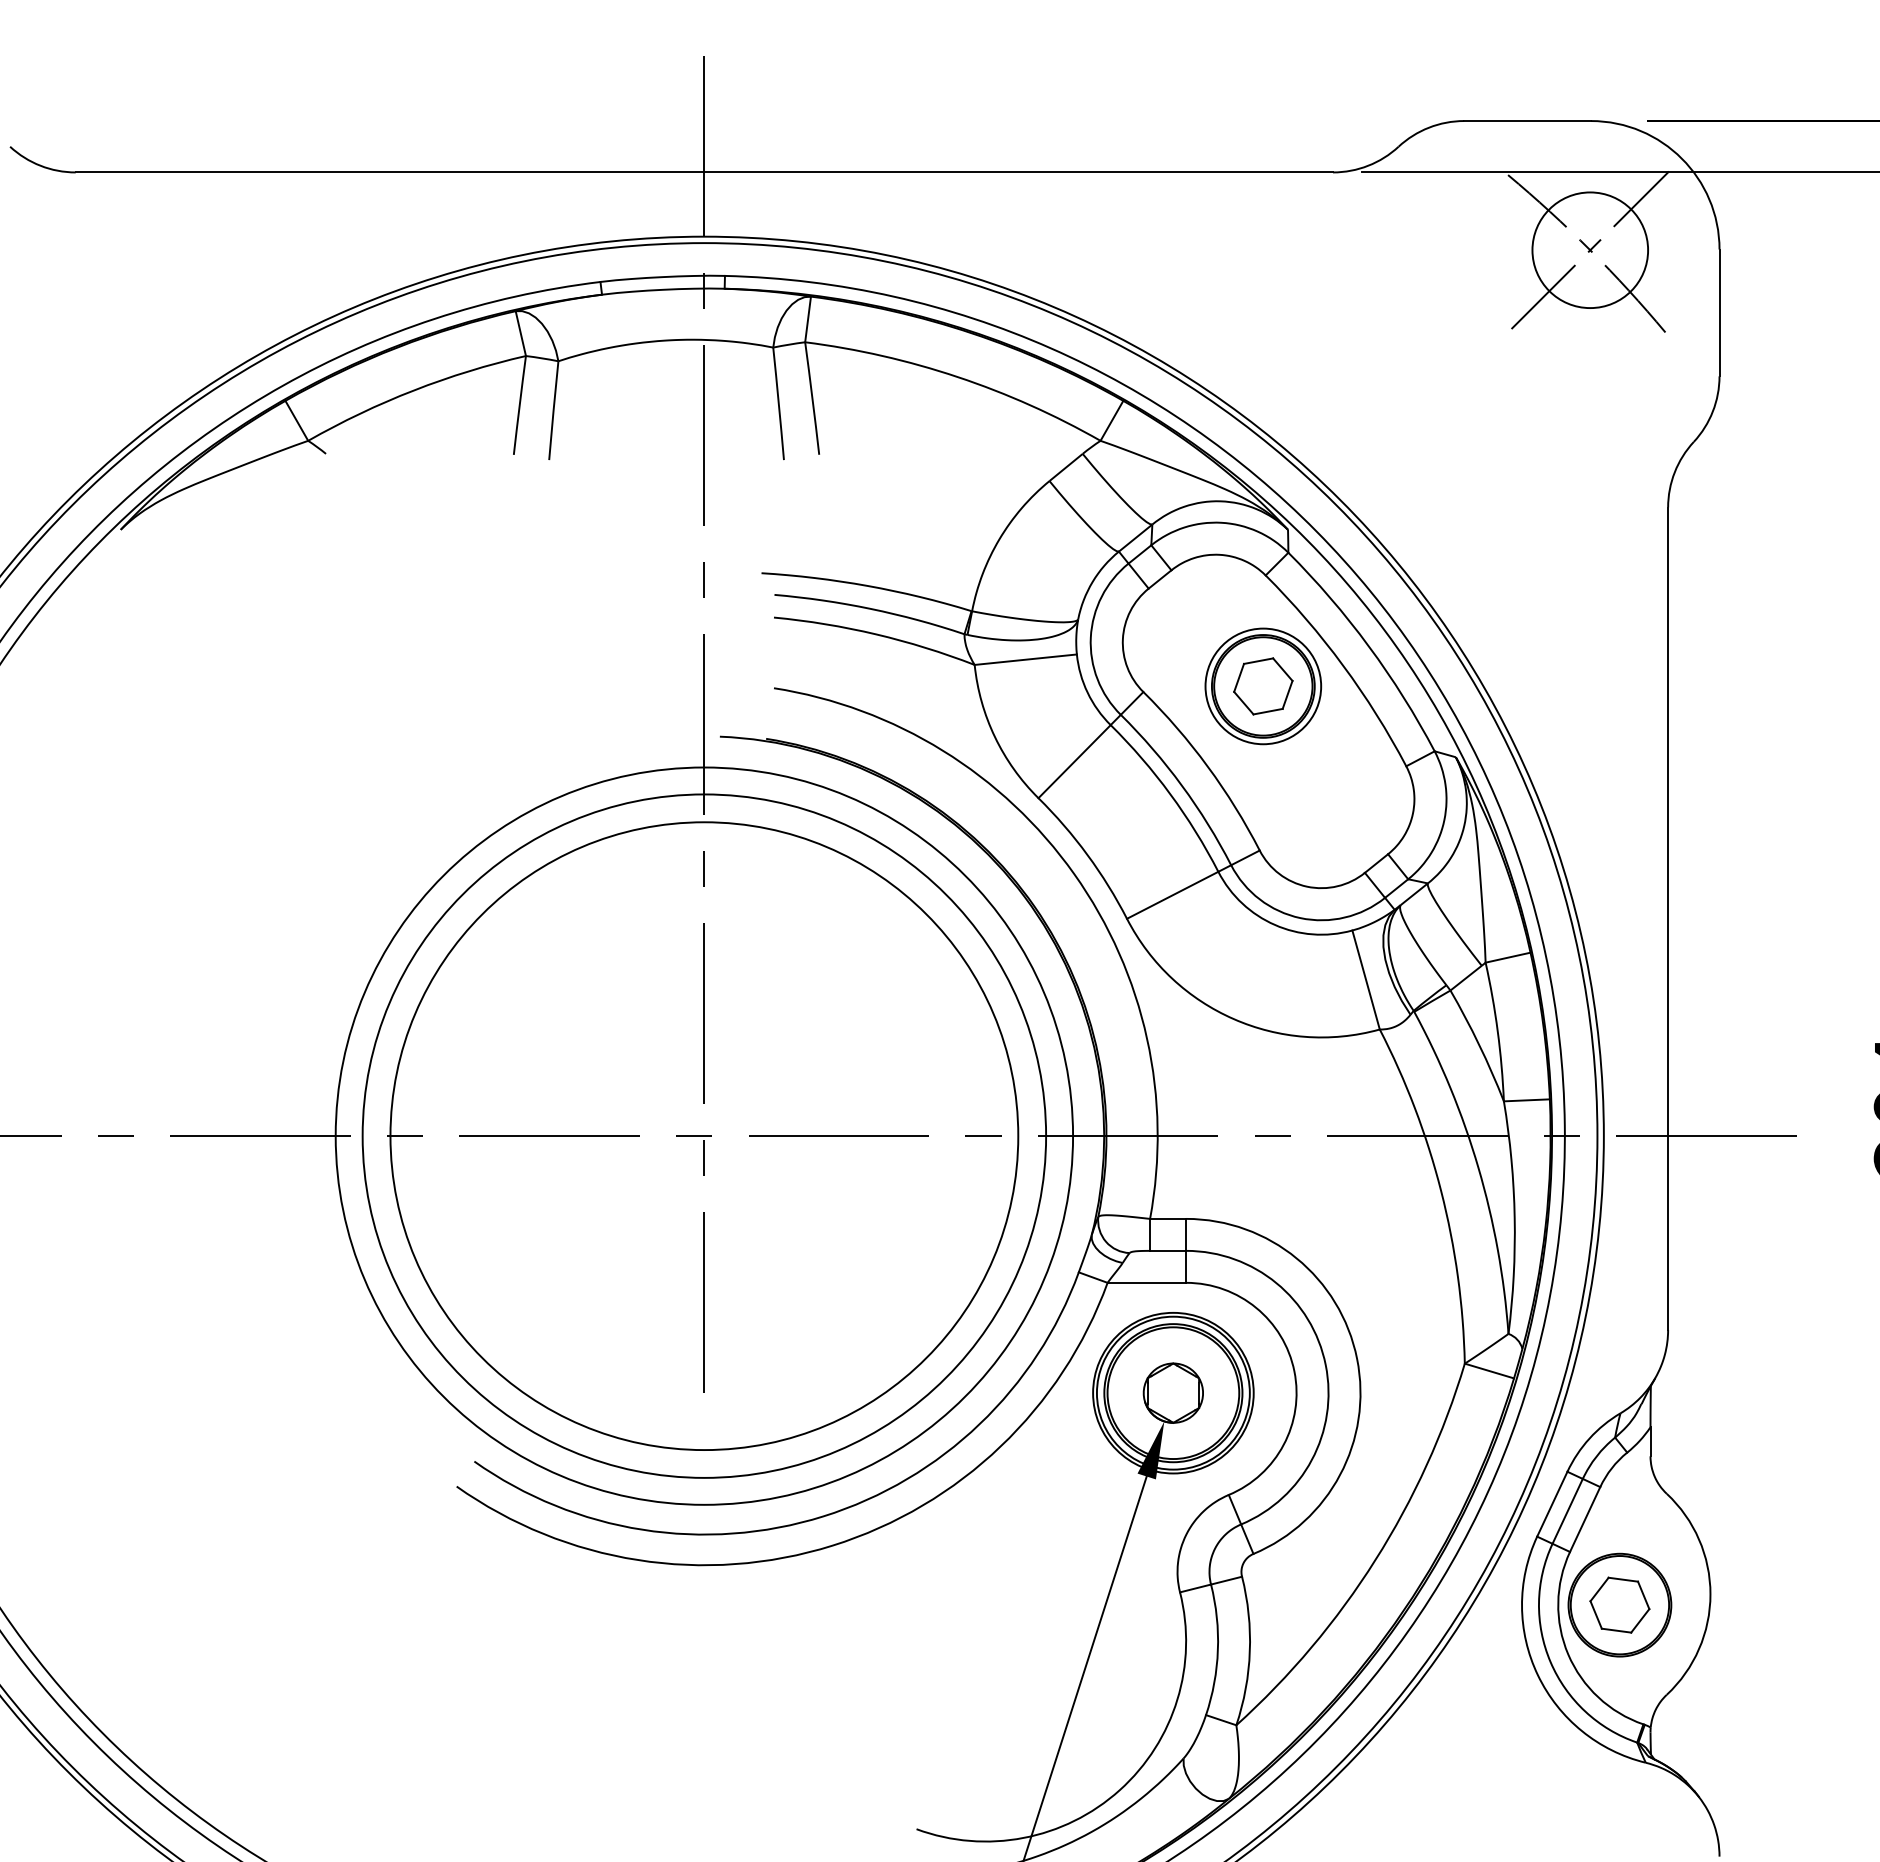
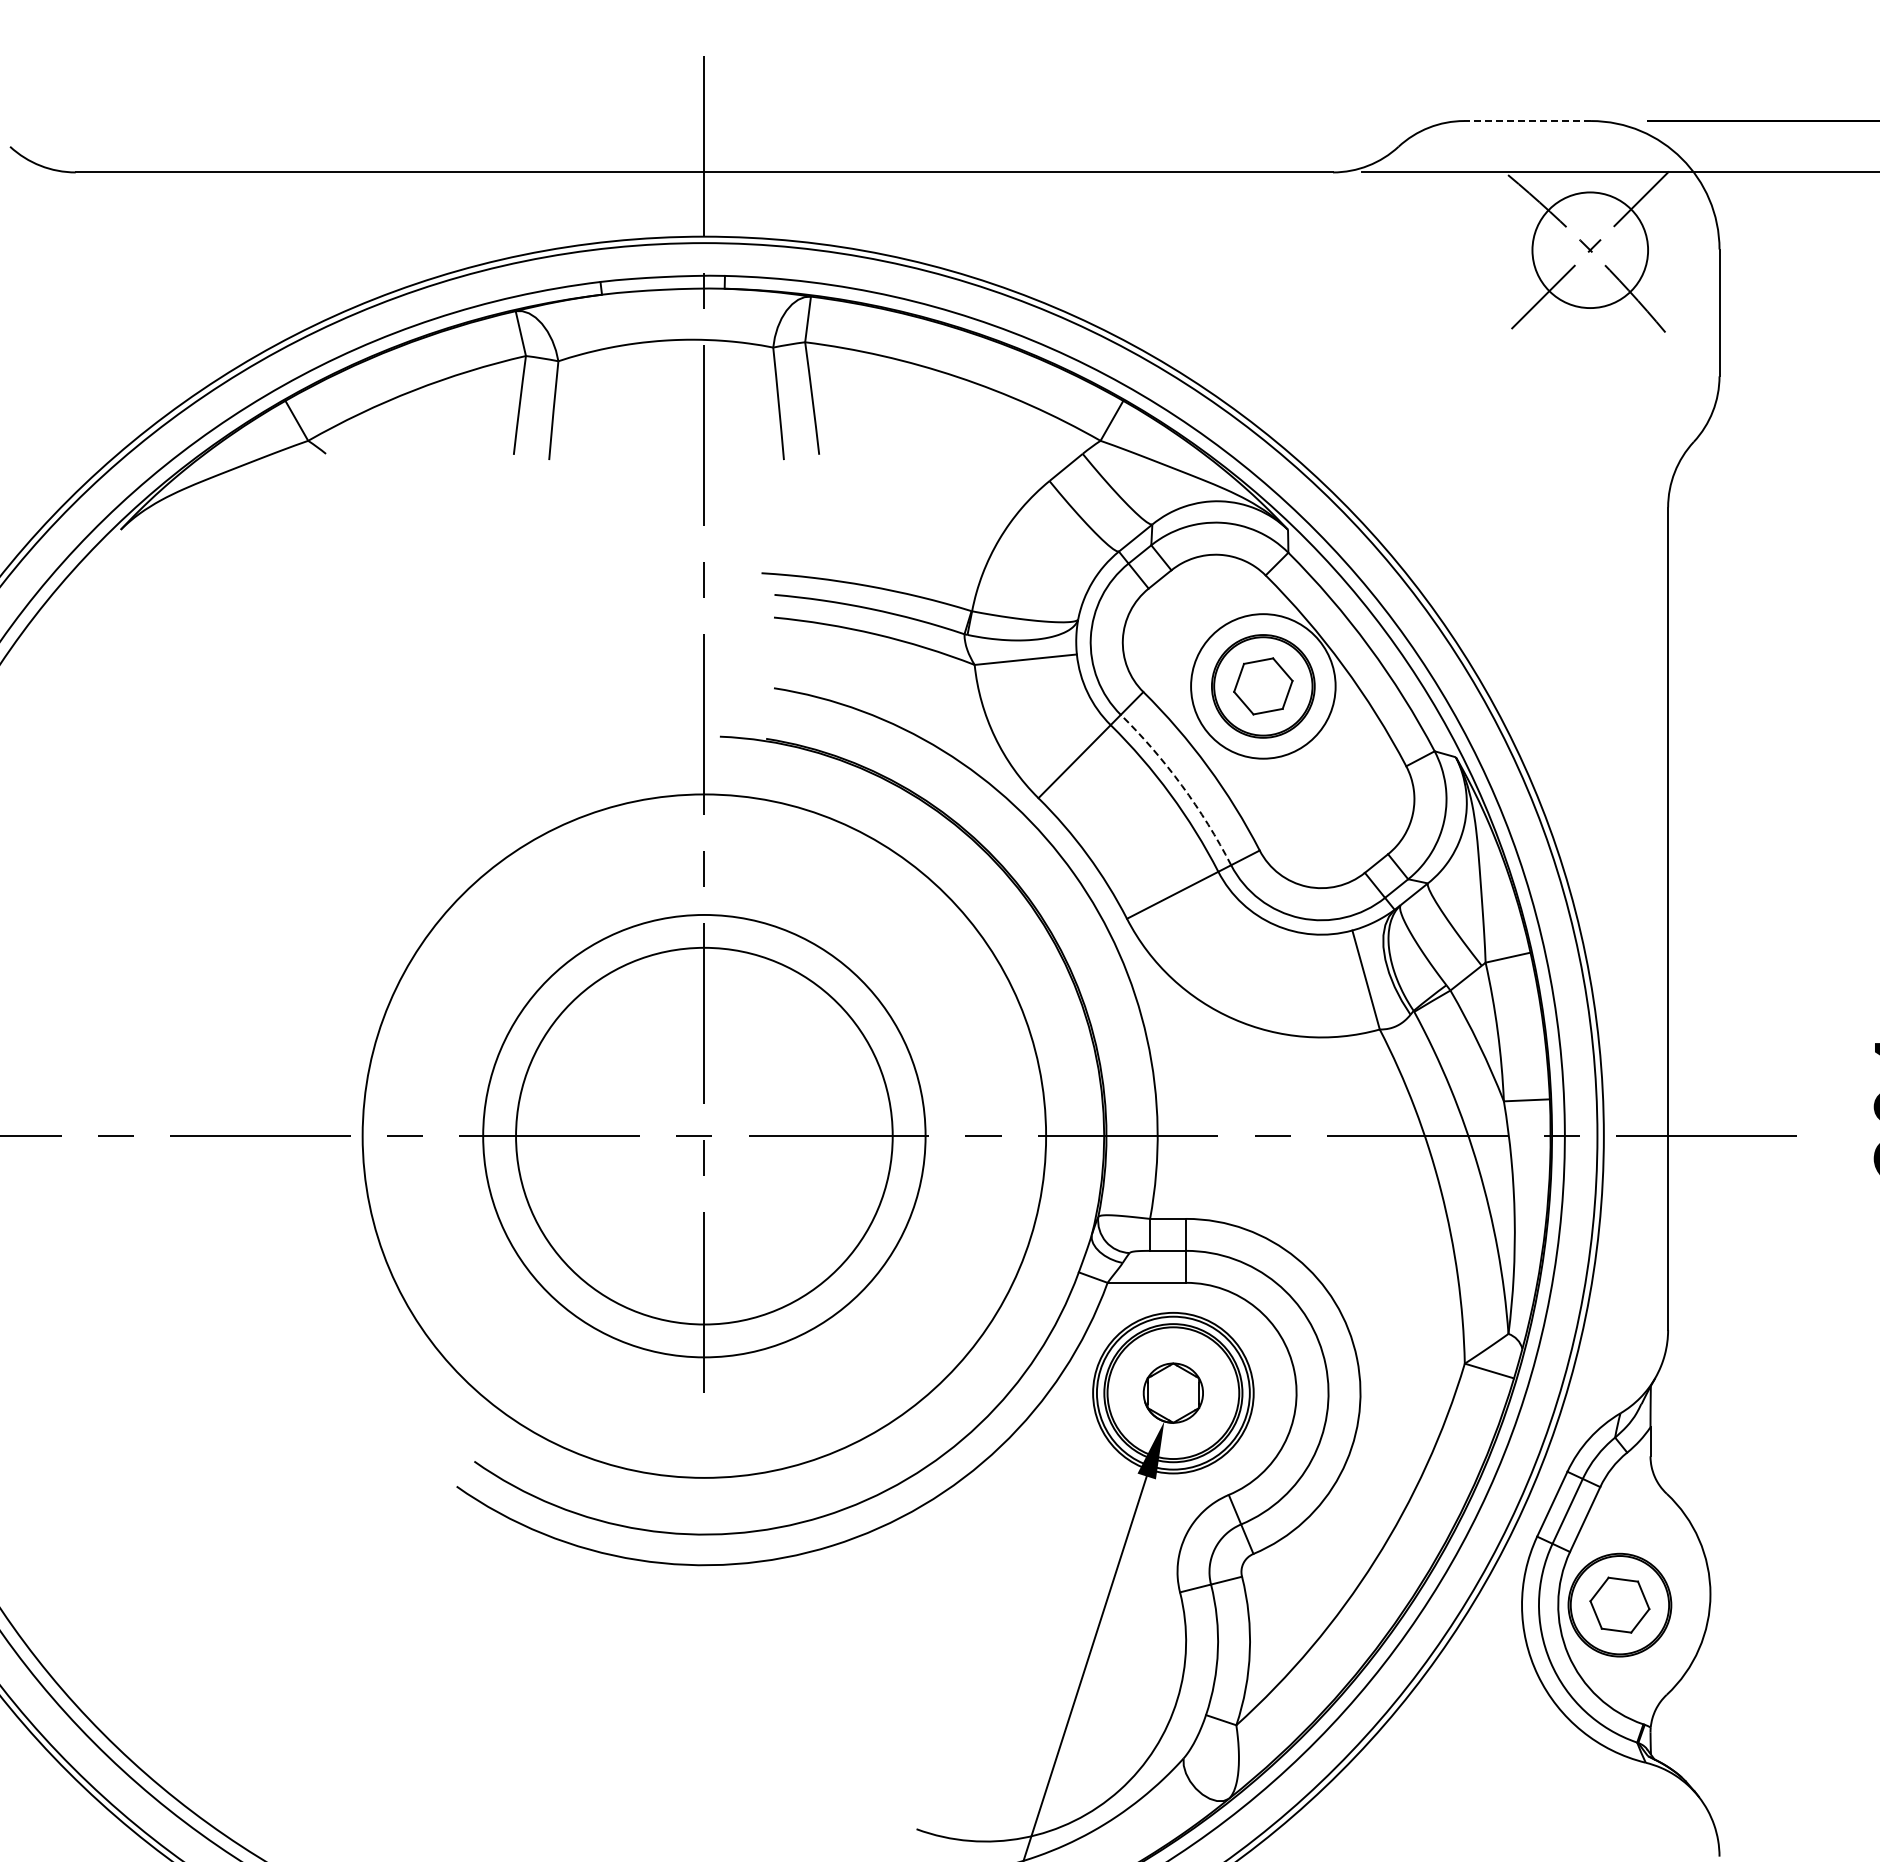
line at (1527, 121): solid -> dashed
circle at (1263, 686) diameter: 116 px -> 145 px
arc at (1181, 785): solid -> dashed
circle at (704, 1135) diameter: 737 px -> 442 px
circle at (704, 1136) diameter: 628 px -> 377 px
